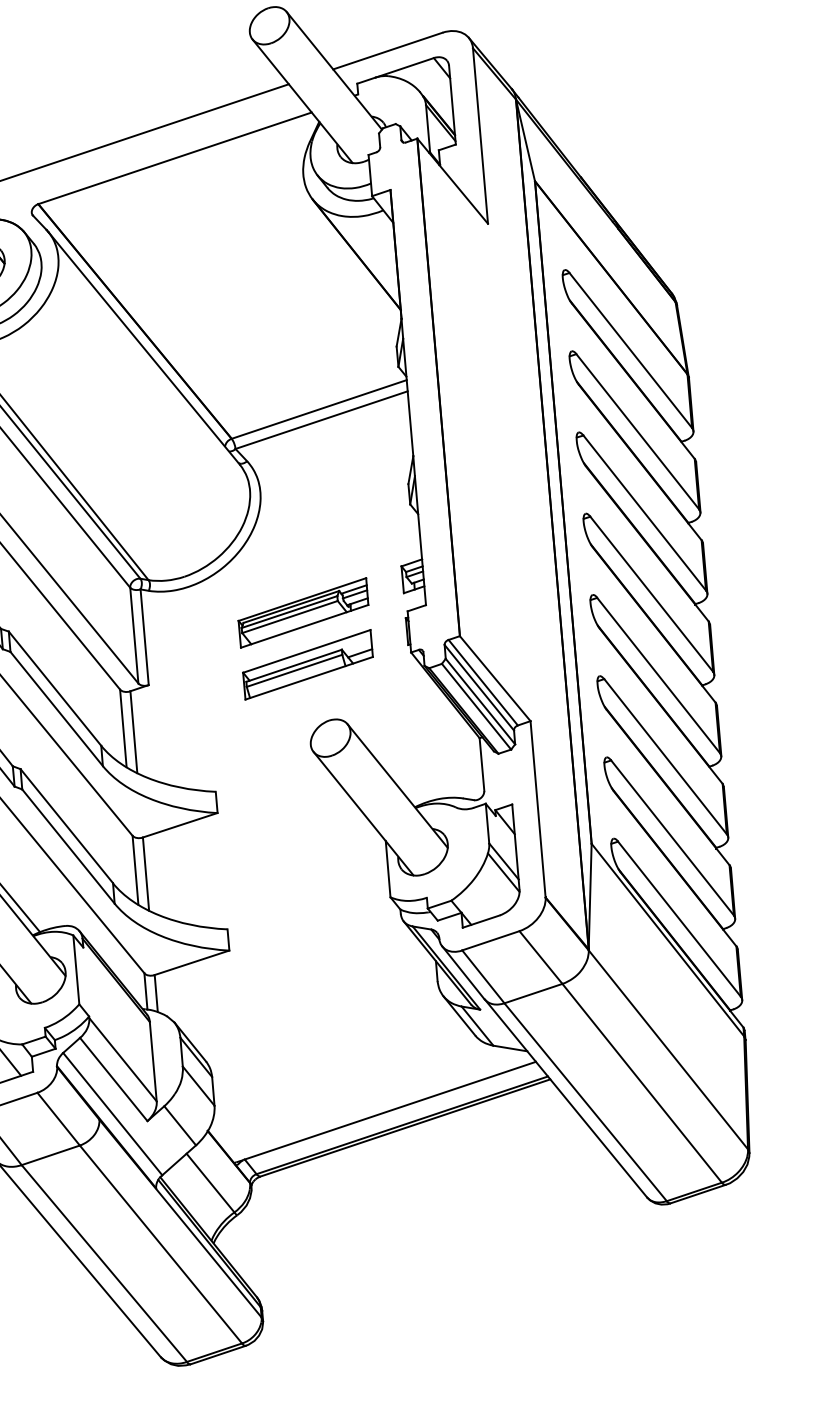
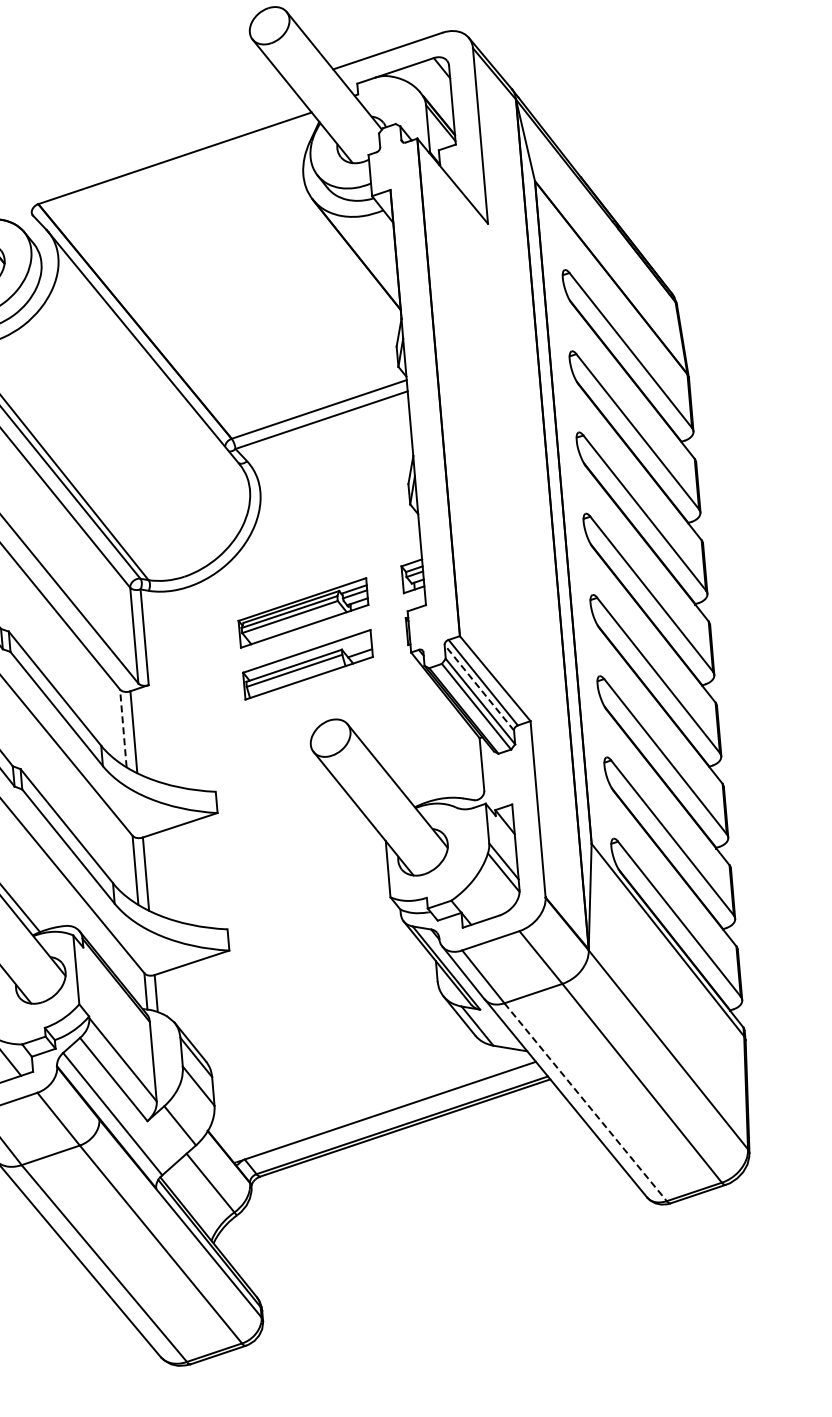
line at (145, 132): present -> none
line at (479, 687): solid -> dashed
line at (123, 728): solid -> dashed
line at (585, 1102): solid -> dashed
